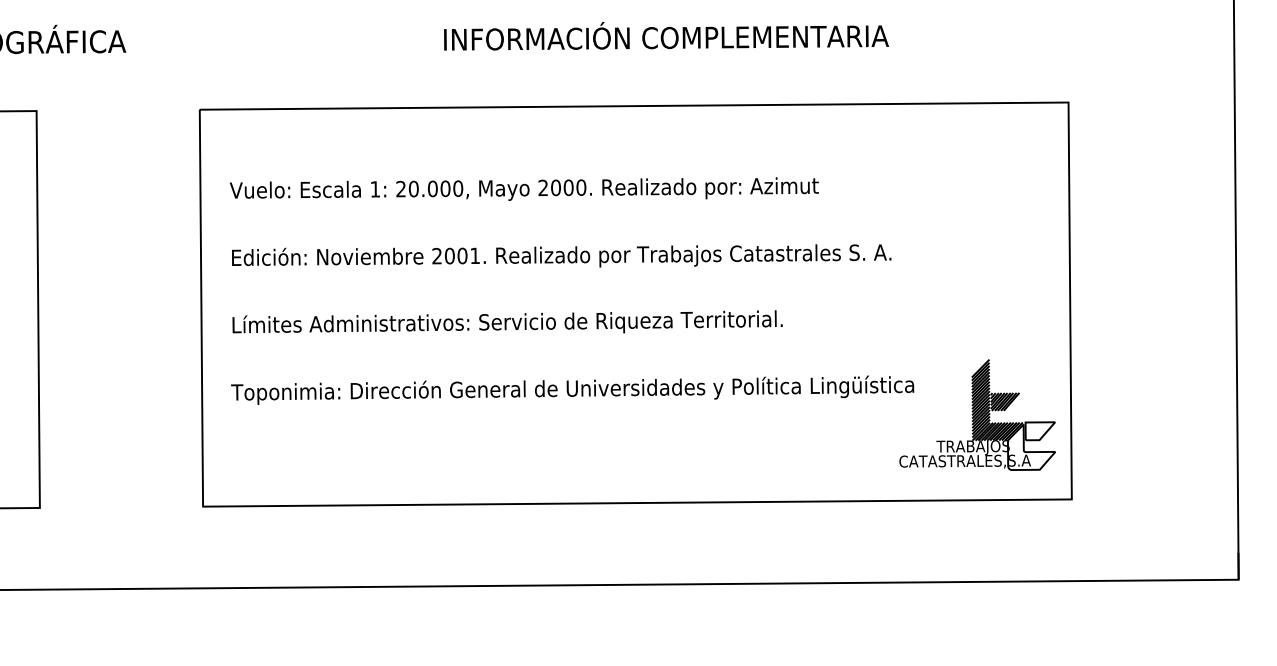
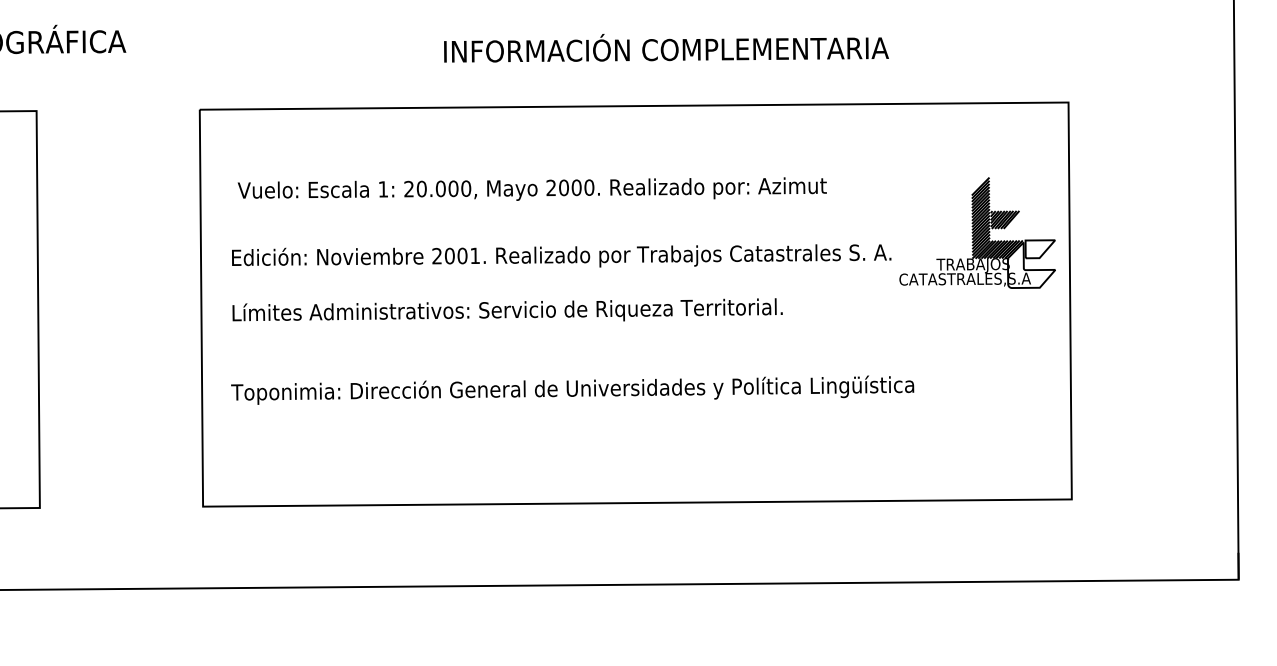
text at (666, 36) position: (666, 36) -> (666, 48)
text at (523, 188) position: (523, 188) -> (531, 188)
text at (507, 321) position: (507, 321) -> (507, 309)
part at (977, 414) position: (977, 414) -> (977, 232)
